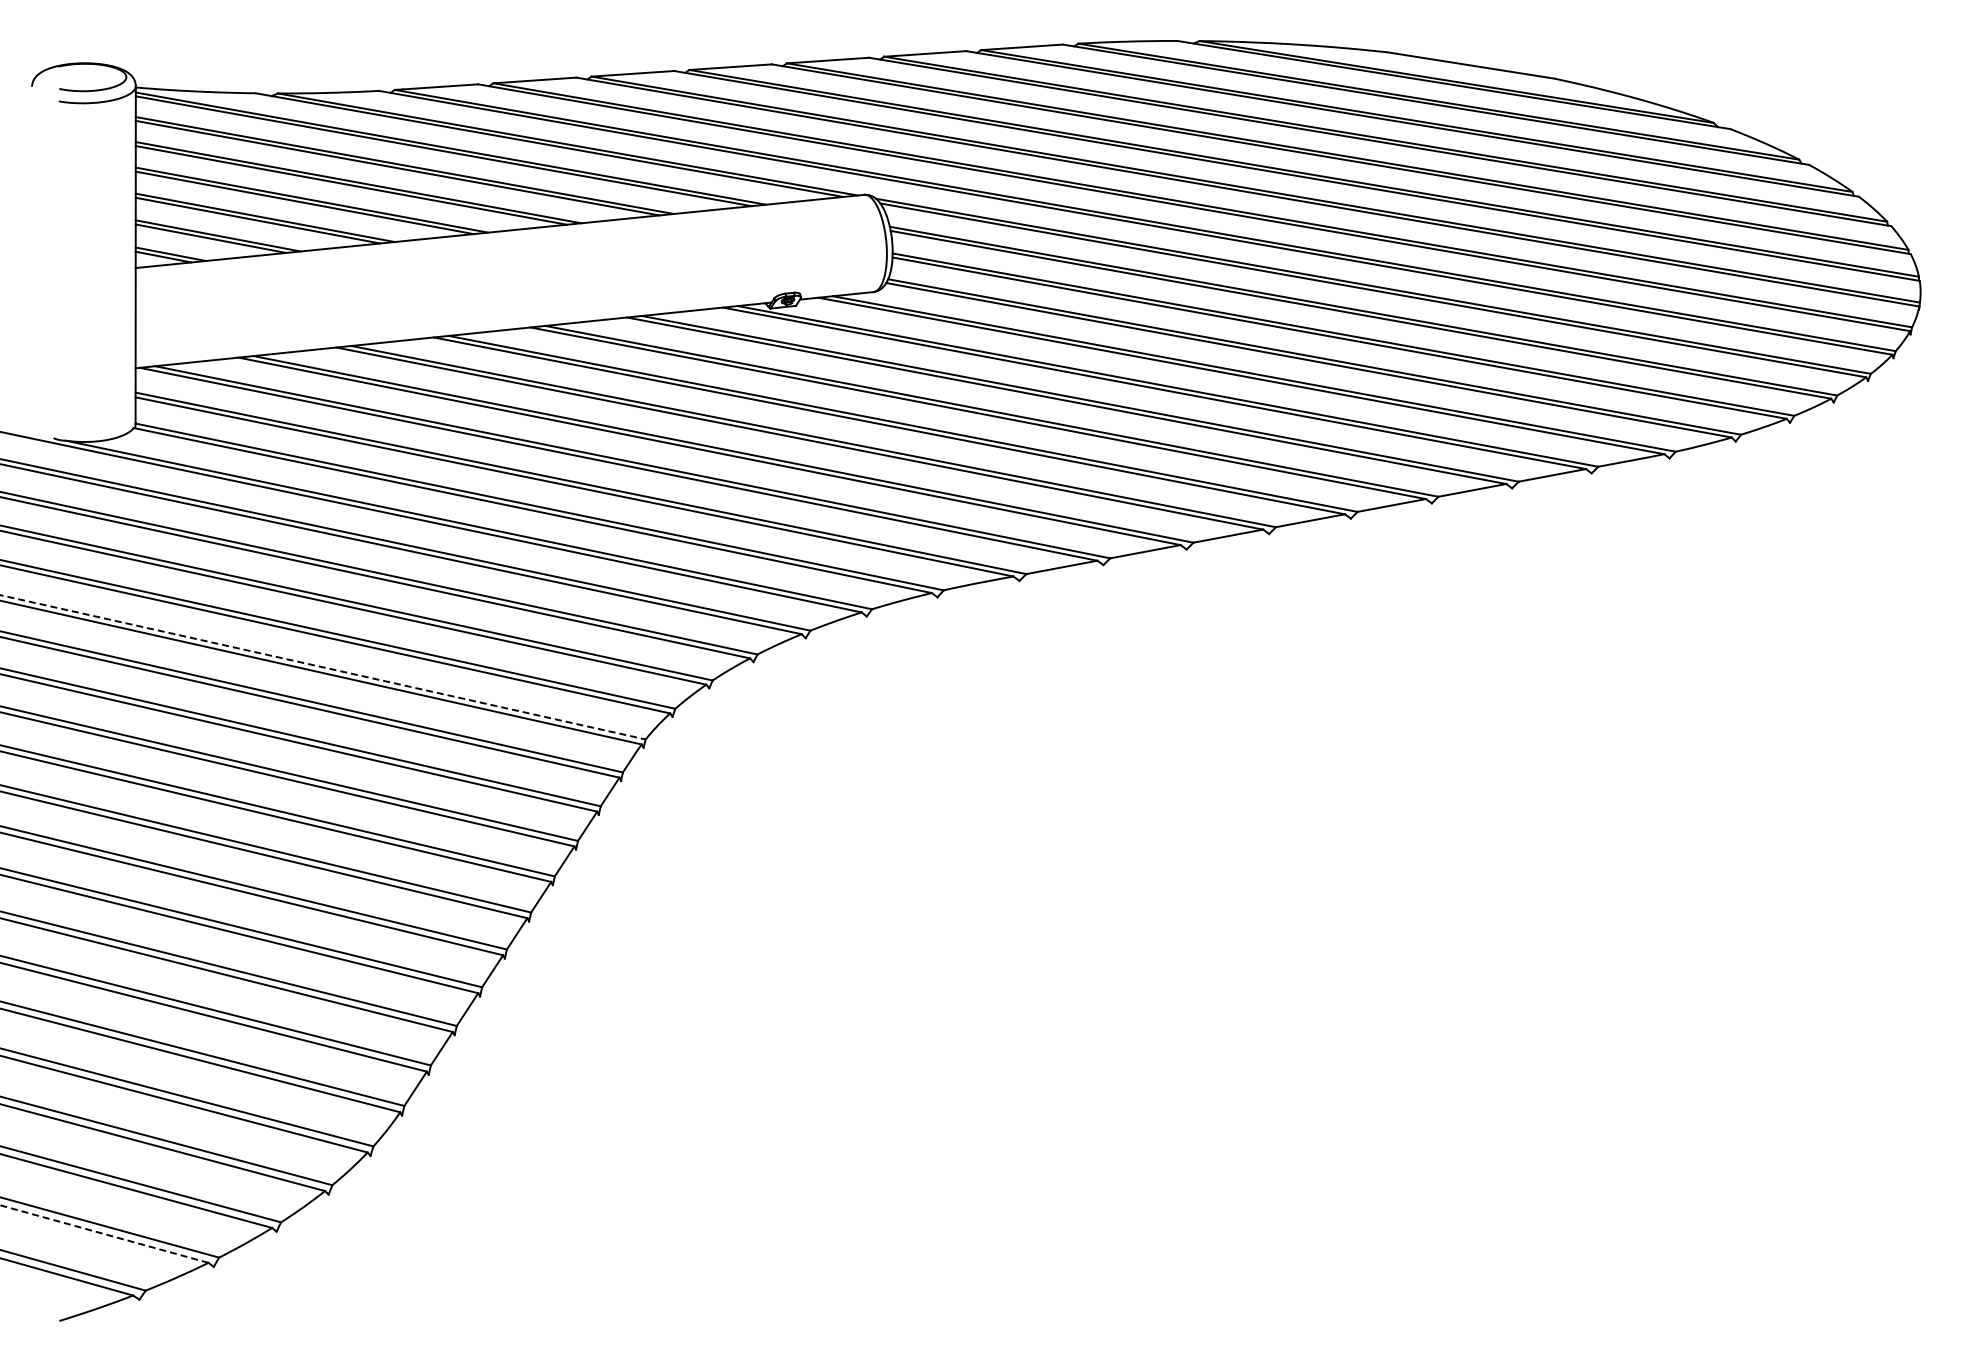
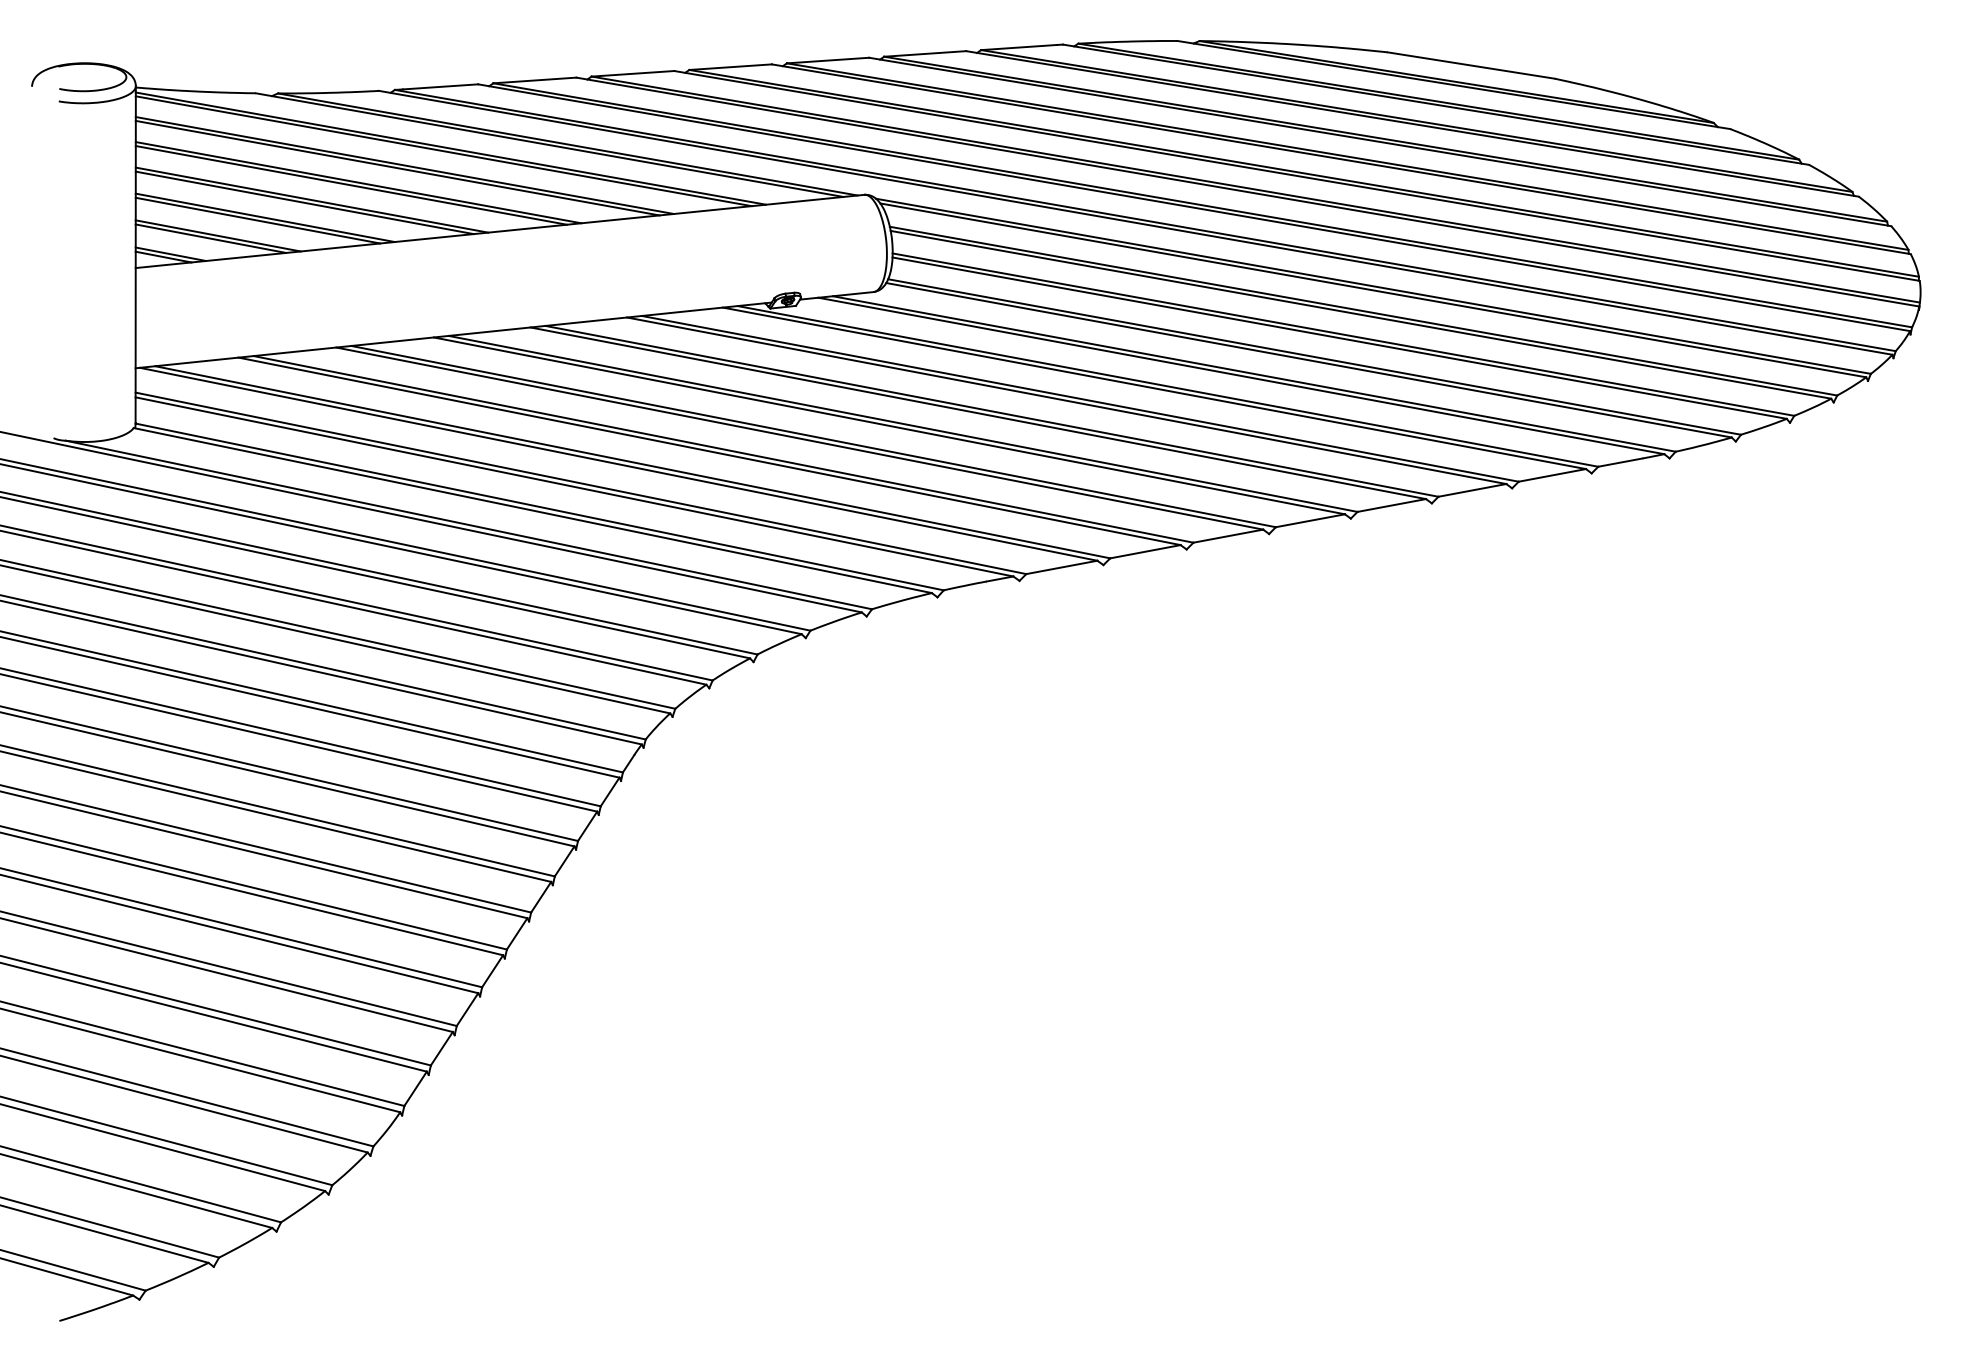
line at (323, 667): dashed -> solid
line at (104, 1234): dashed -> solid
